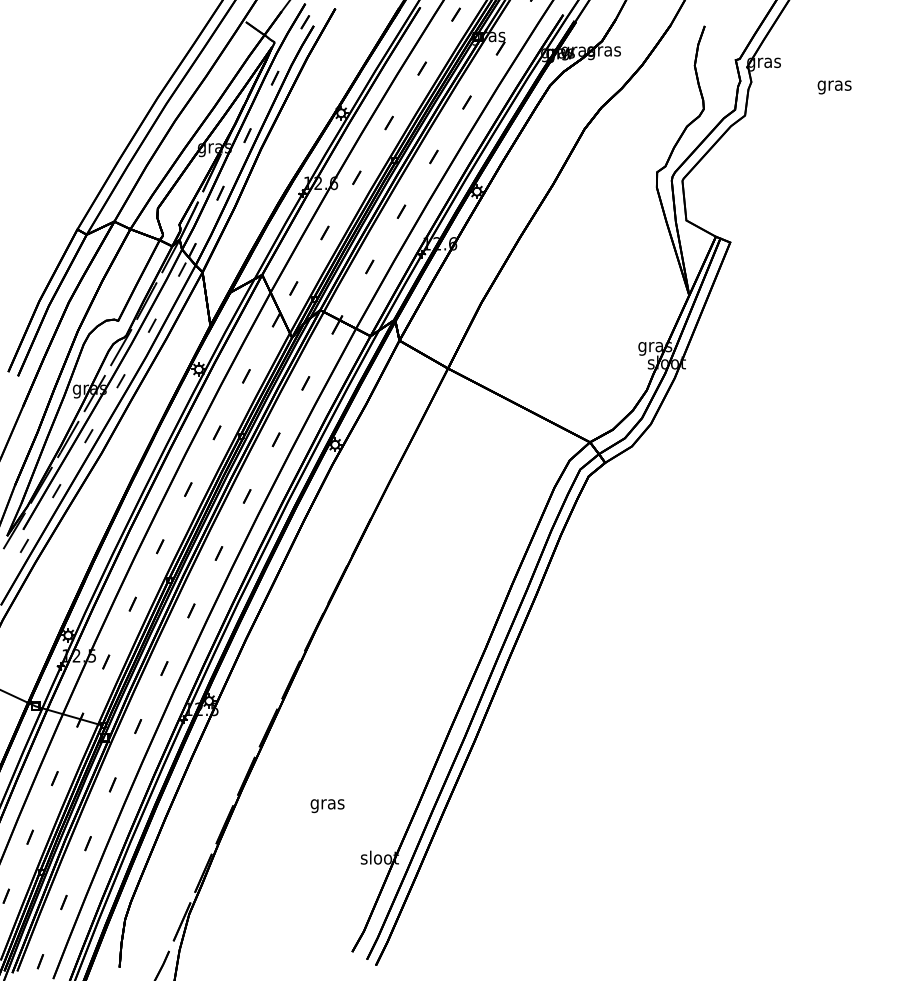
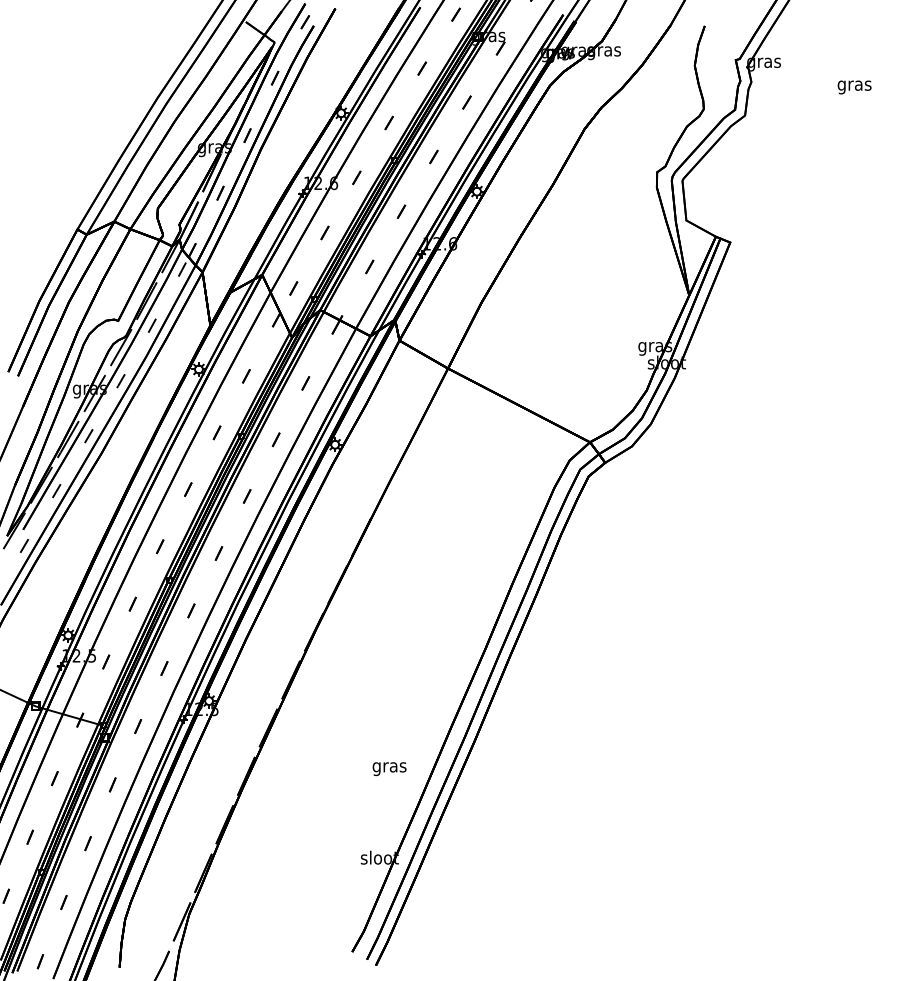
text at (834, 87) position: (834, 87) -> (854, 87)
text at (327, 806) position: (327, 806) -> (389, 769)
